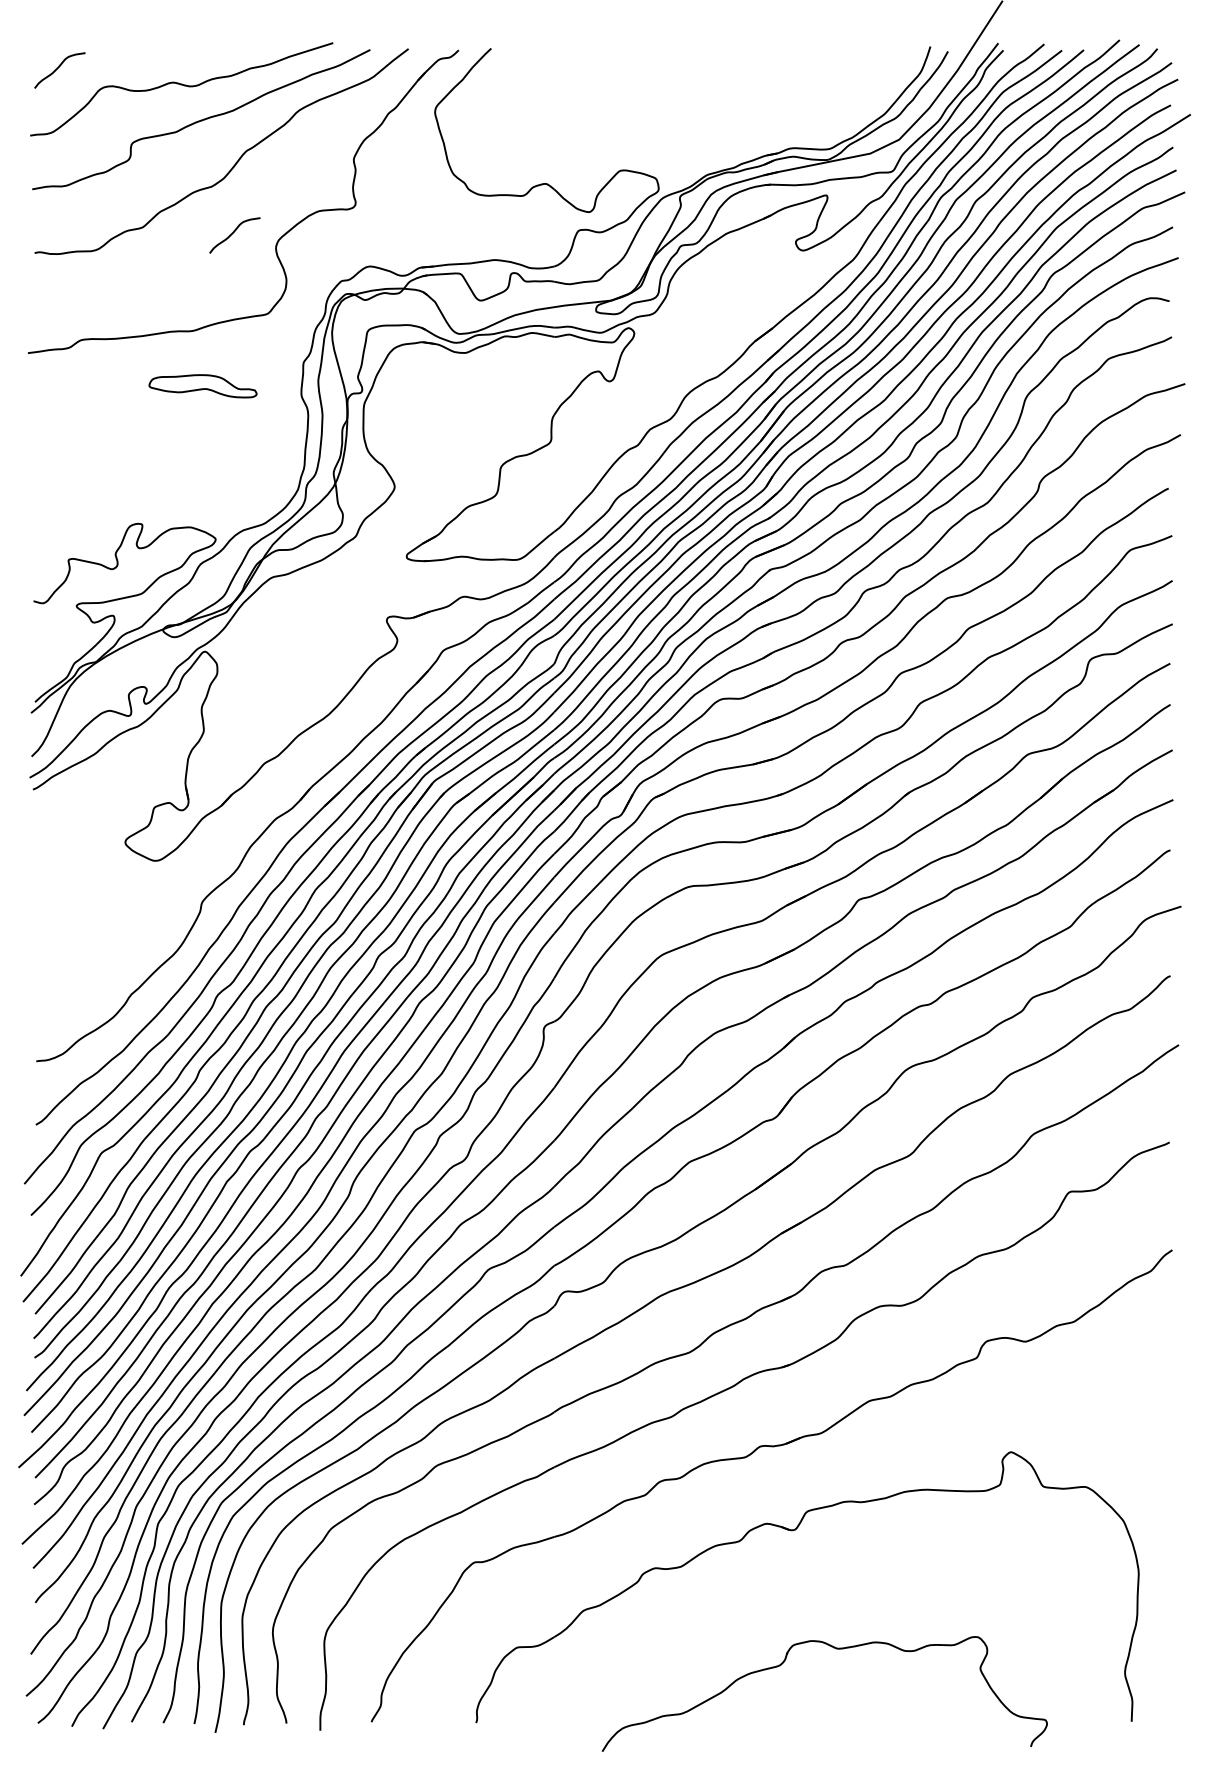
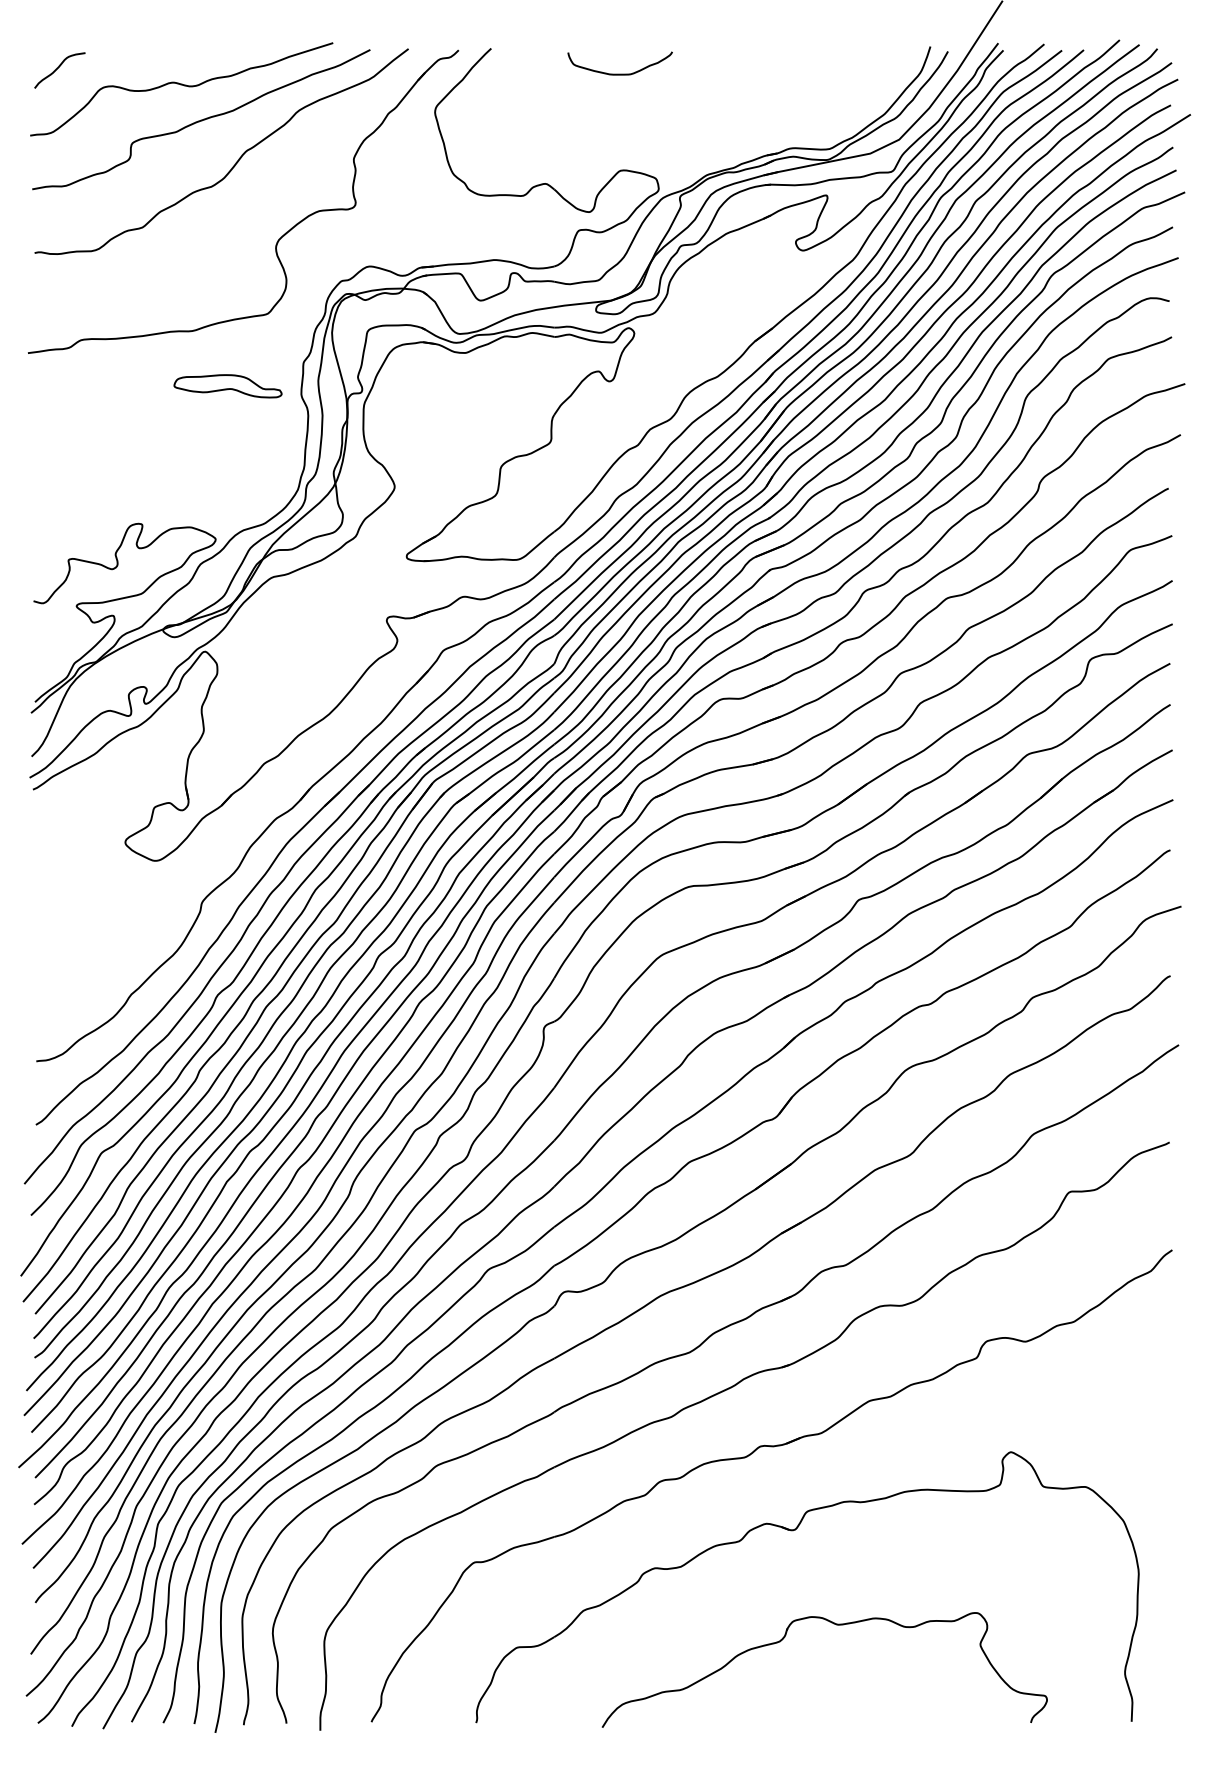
curve at (619, 73): none -> present
curve at (233, 233): present -> none
part at (202, 386) position: (202, 386) -> (227, 386)
part at (836, 1649) position: (836, 1649) -> (836, 1625)
